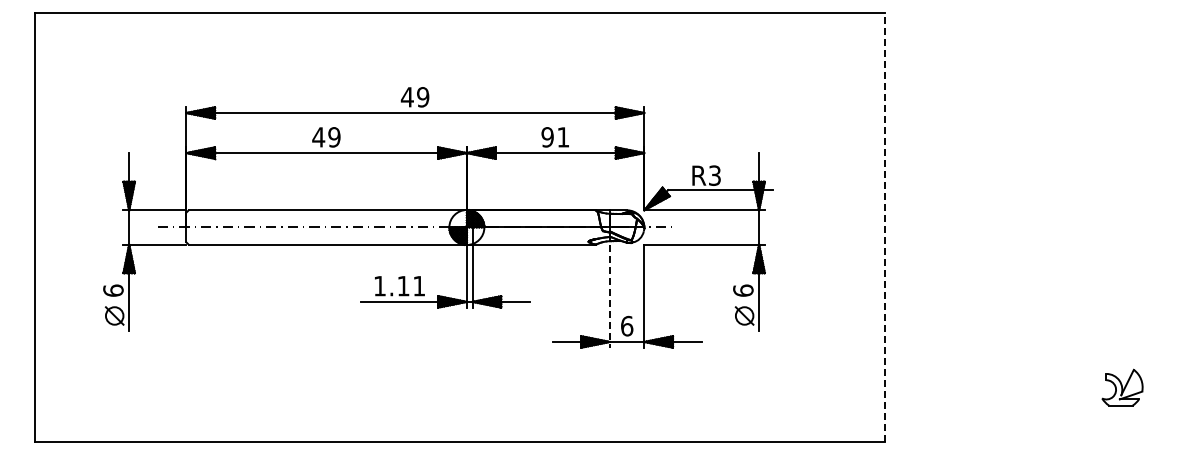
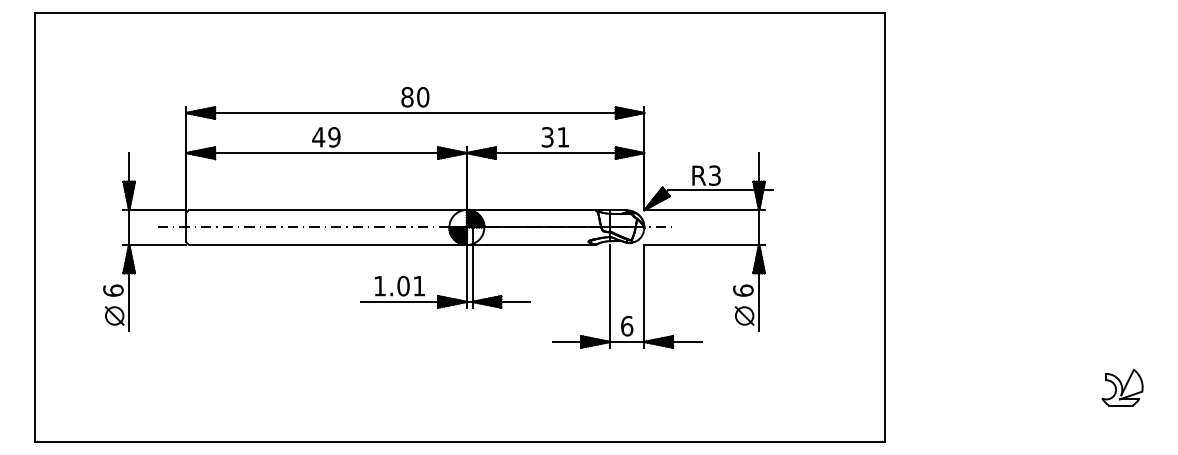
text at (414, 97): 49 -> 80
text at (547, 137): 91 -> 31
line at (885, 227): dashed -> solid
text at (403, 285): 1.11 -> 1.01
line at (609, 296): dashed -> solid
